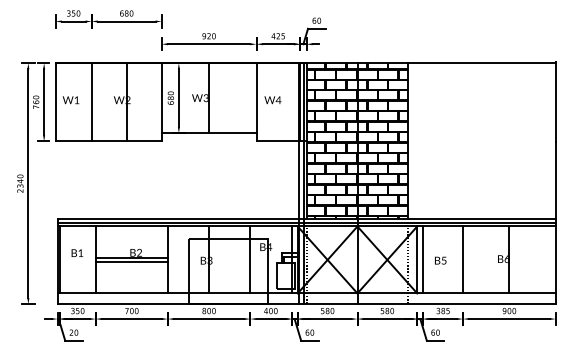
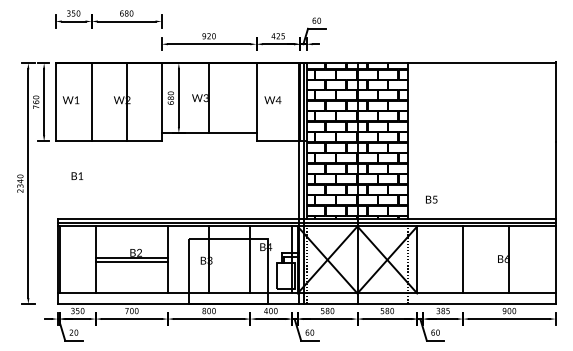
text at (77, 252) position: (77, 252) -> (77, 175)
line at (423, 259): present -> none
text at (440, 260) position: (440, 260) -> (431, 199)
